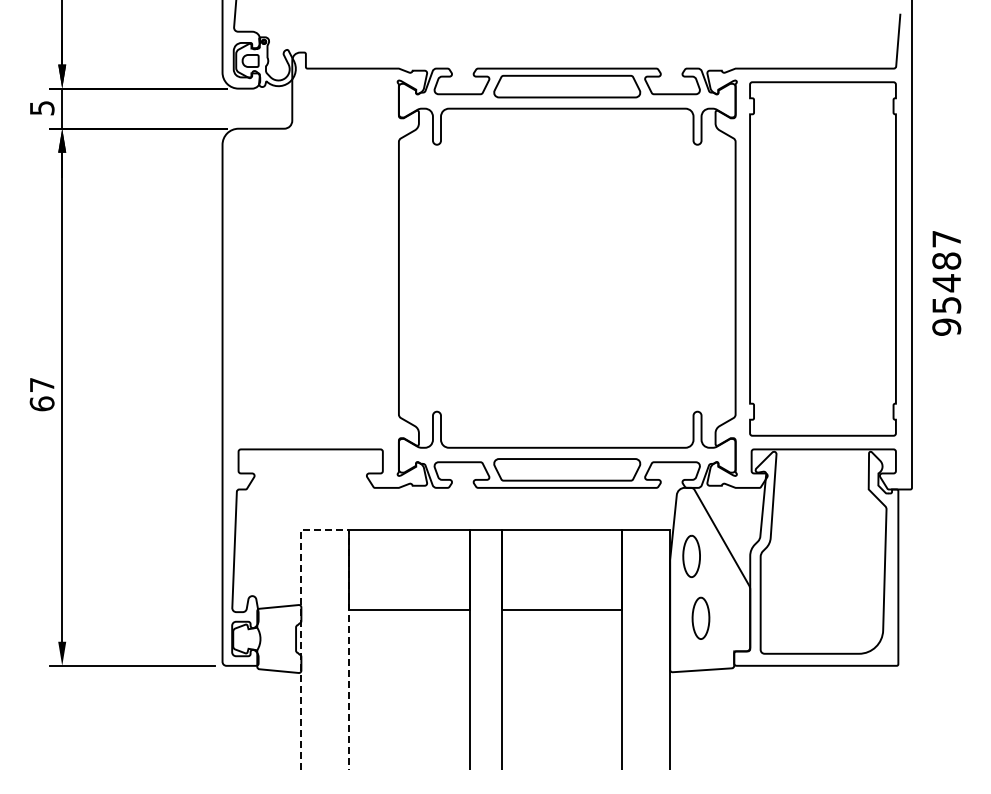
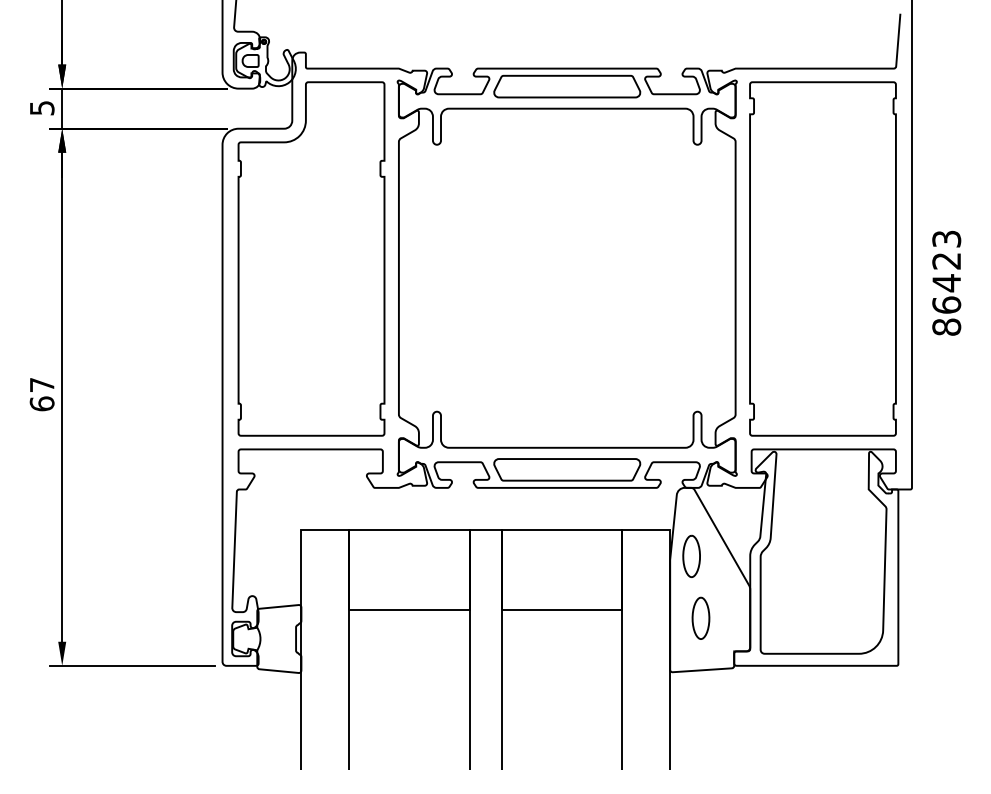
part at (311, 258): none -> present
text at (946, 282): 95487 -> 86423
line at (325, 529): dashed -> solid
